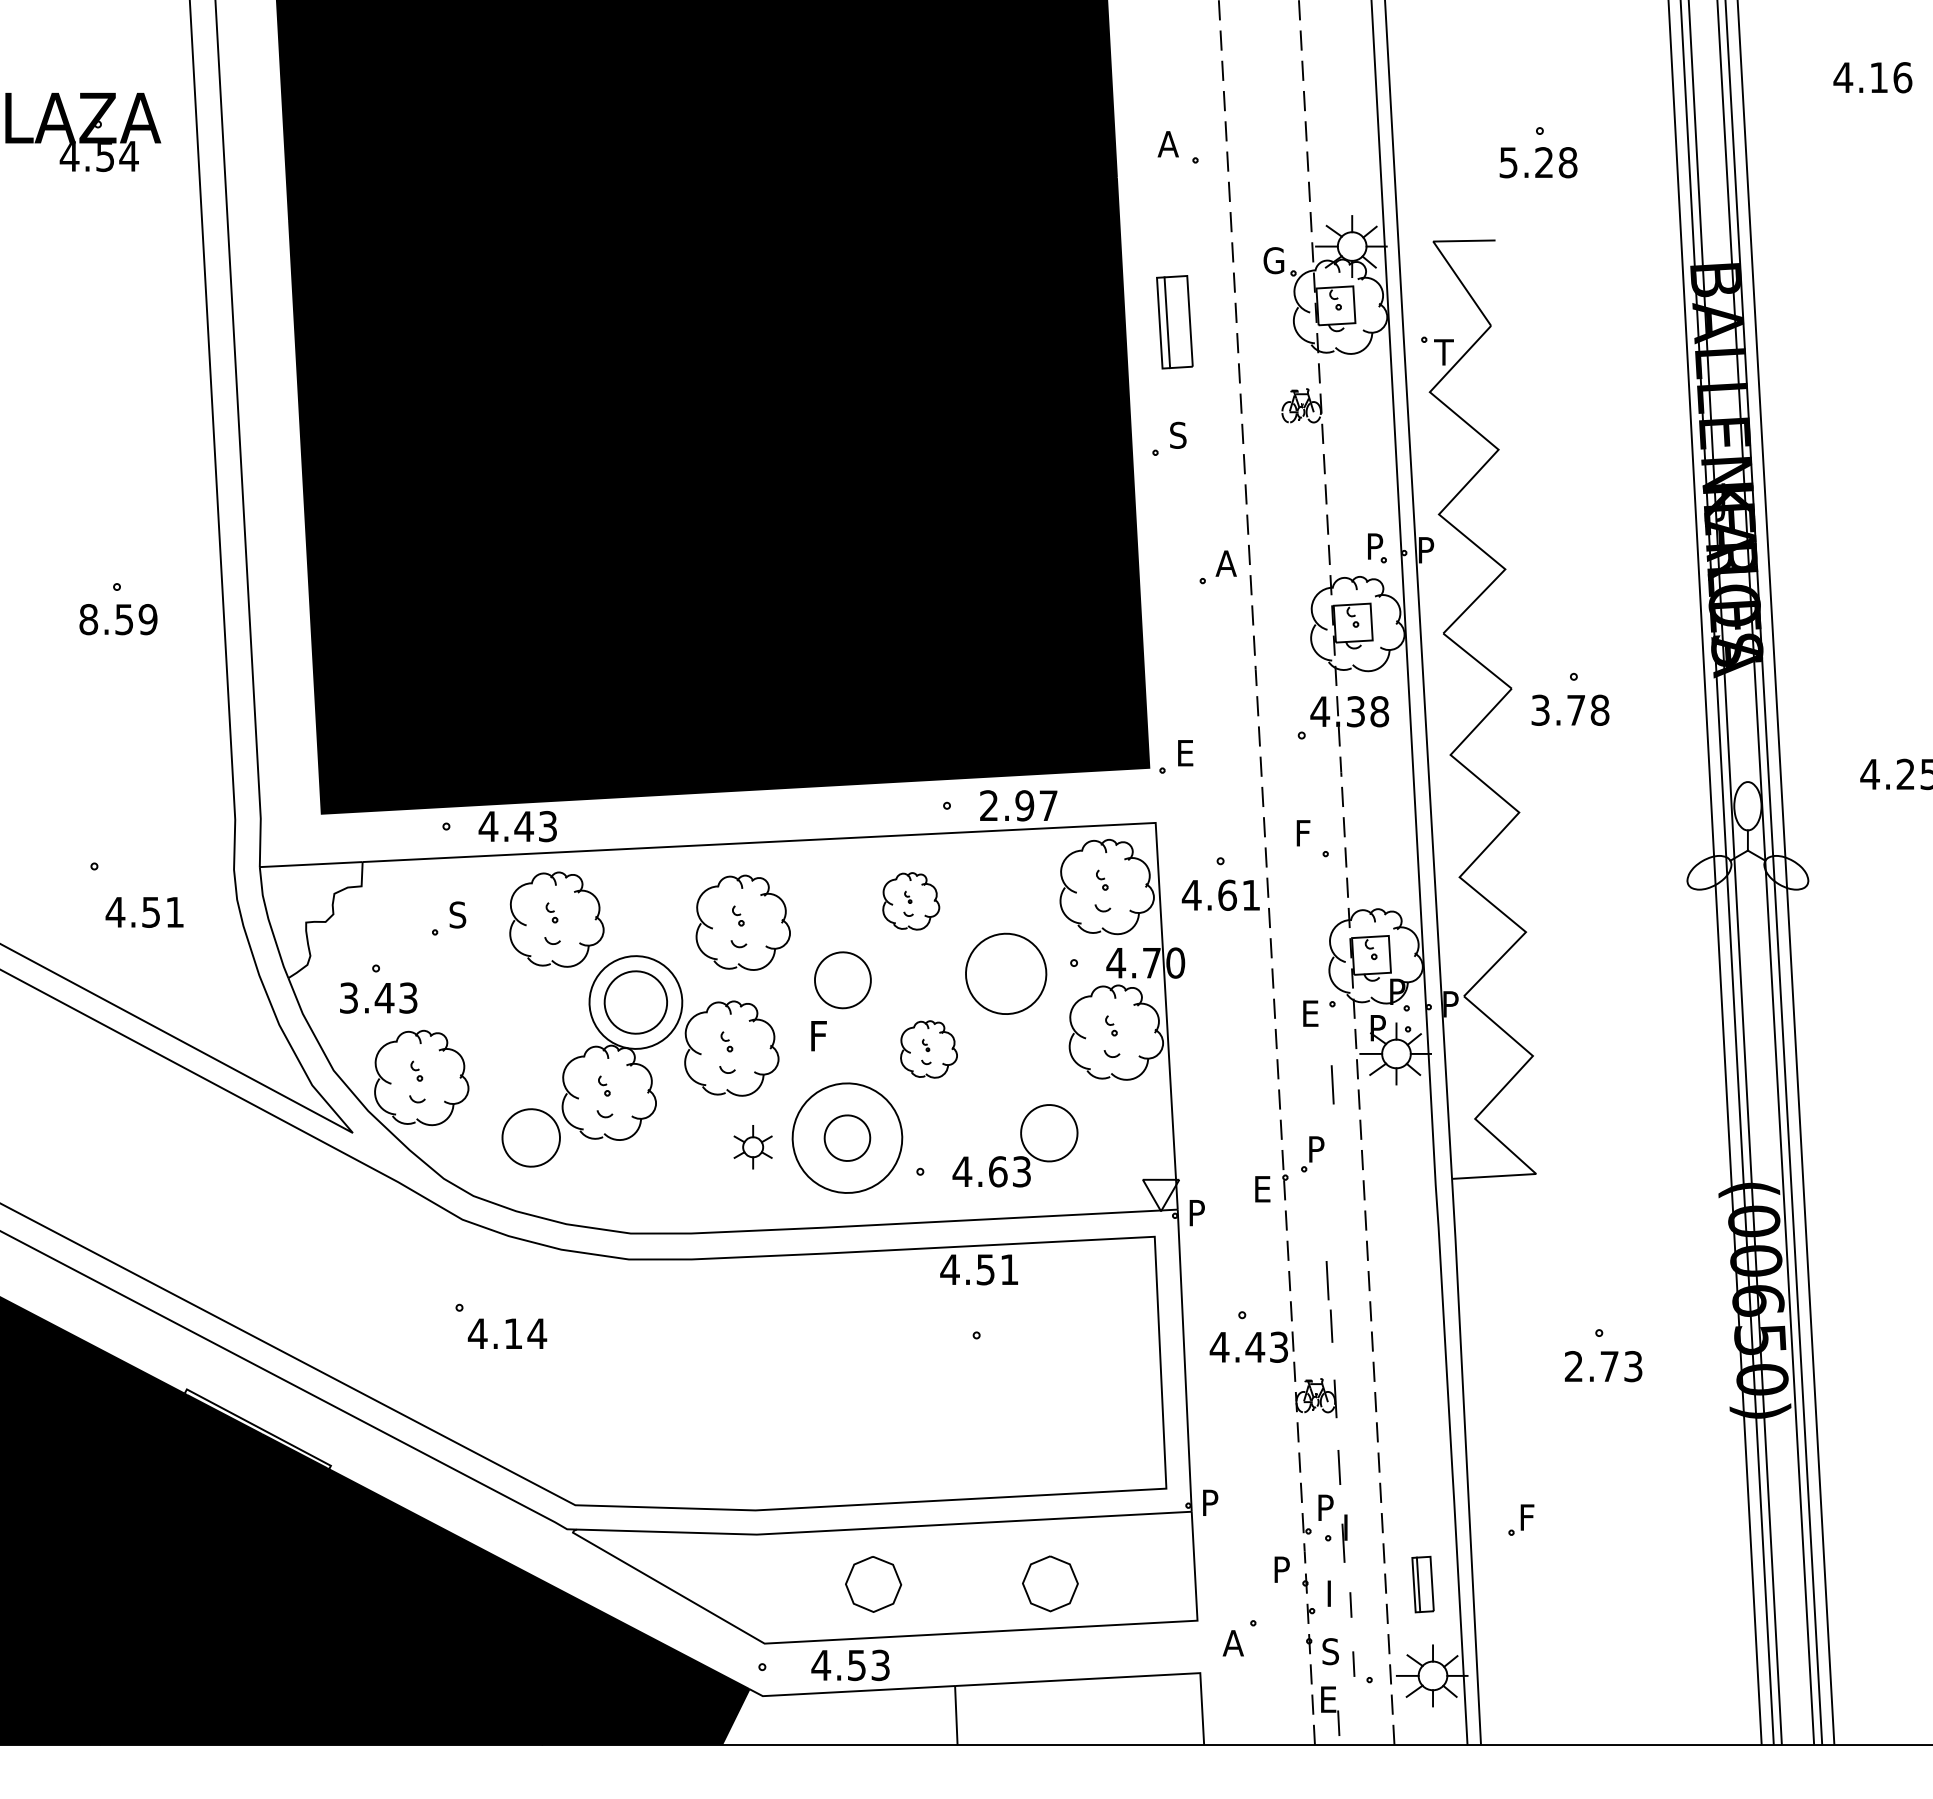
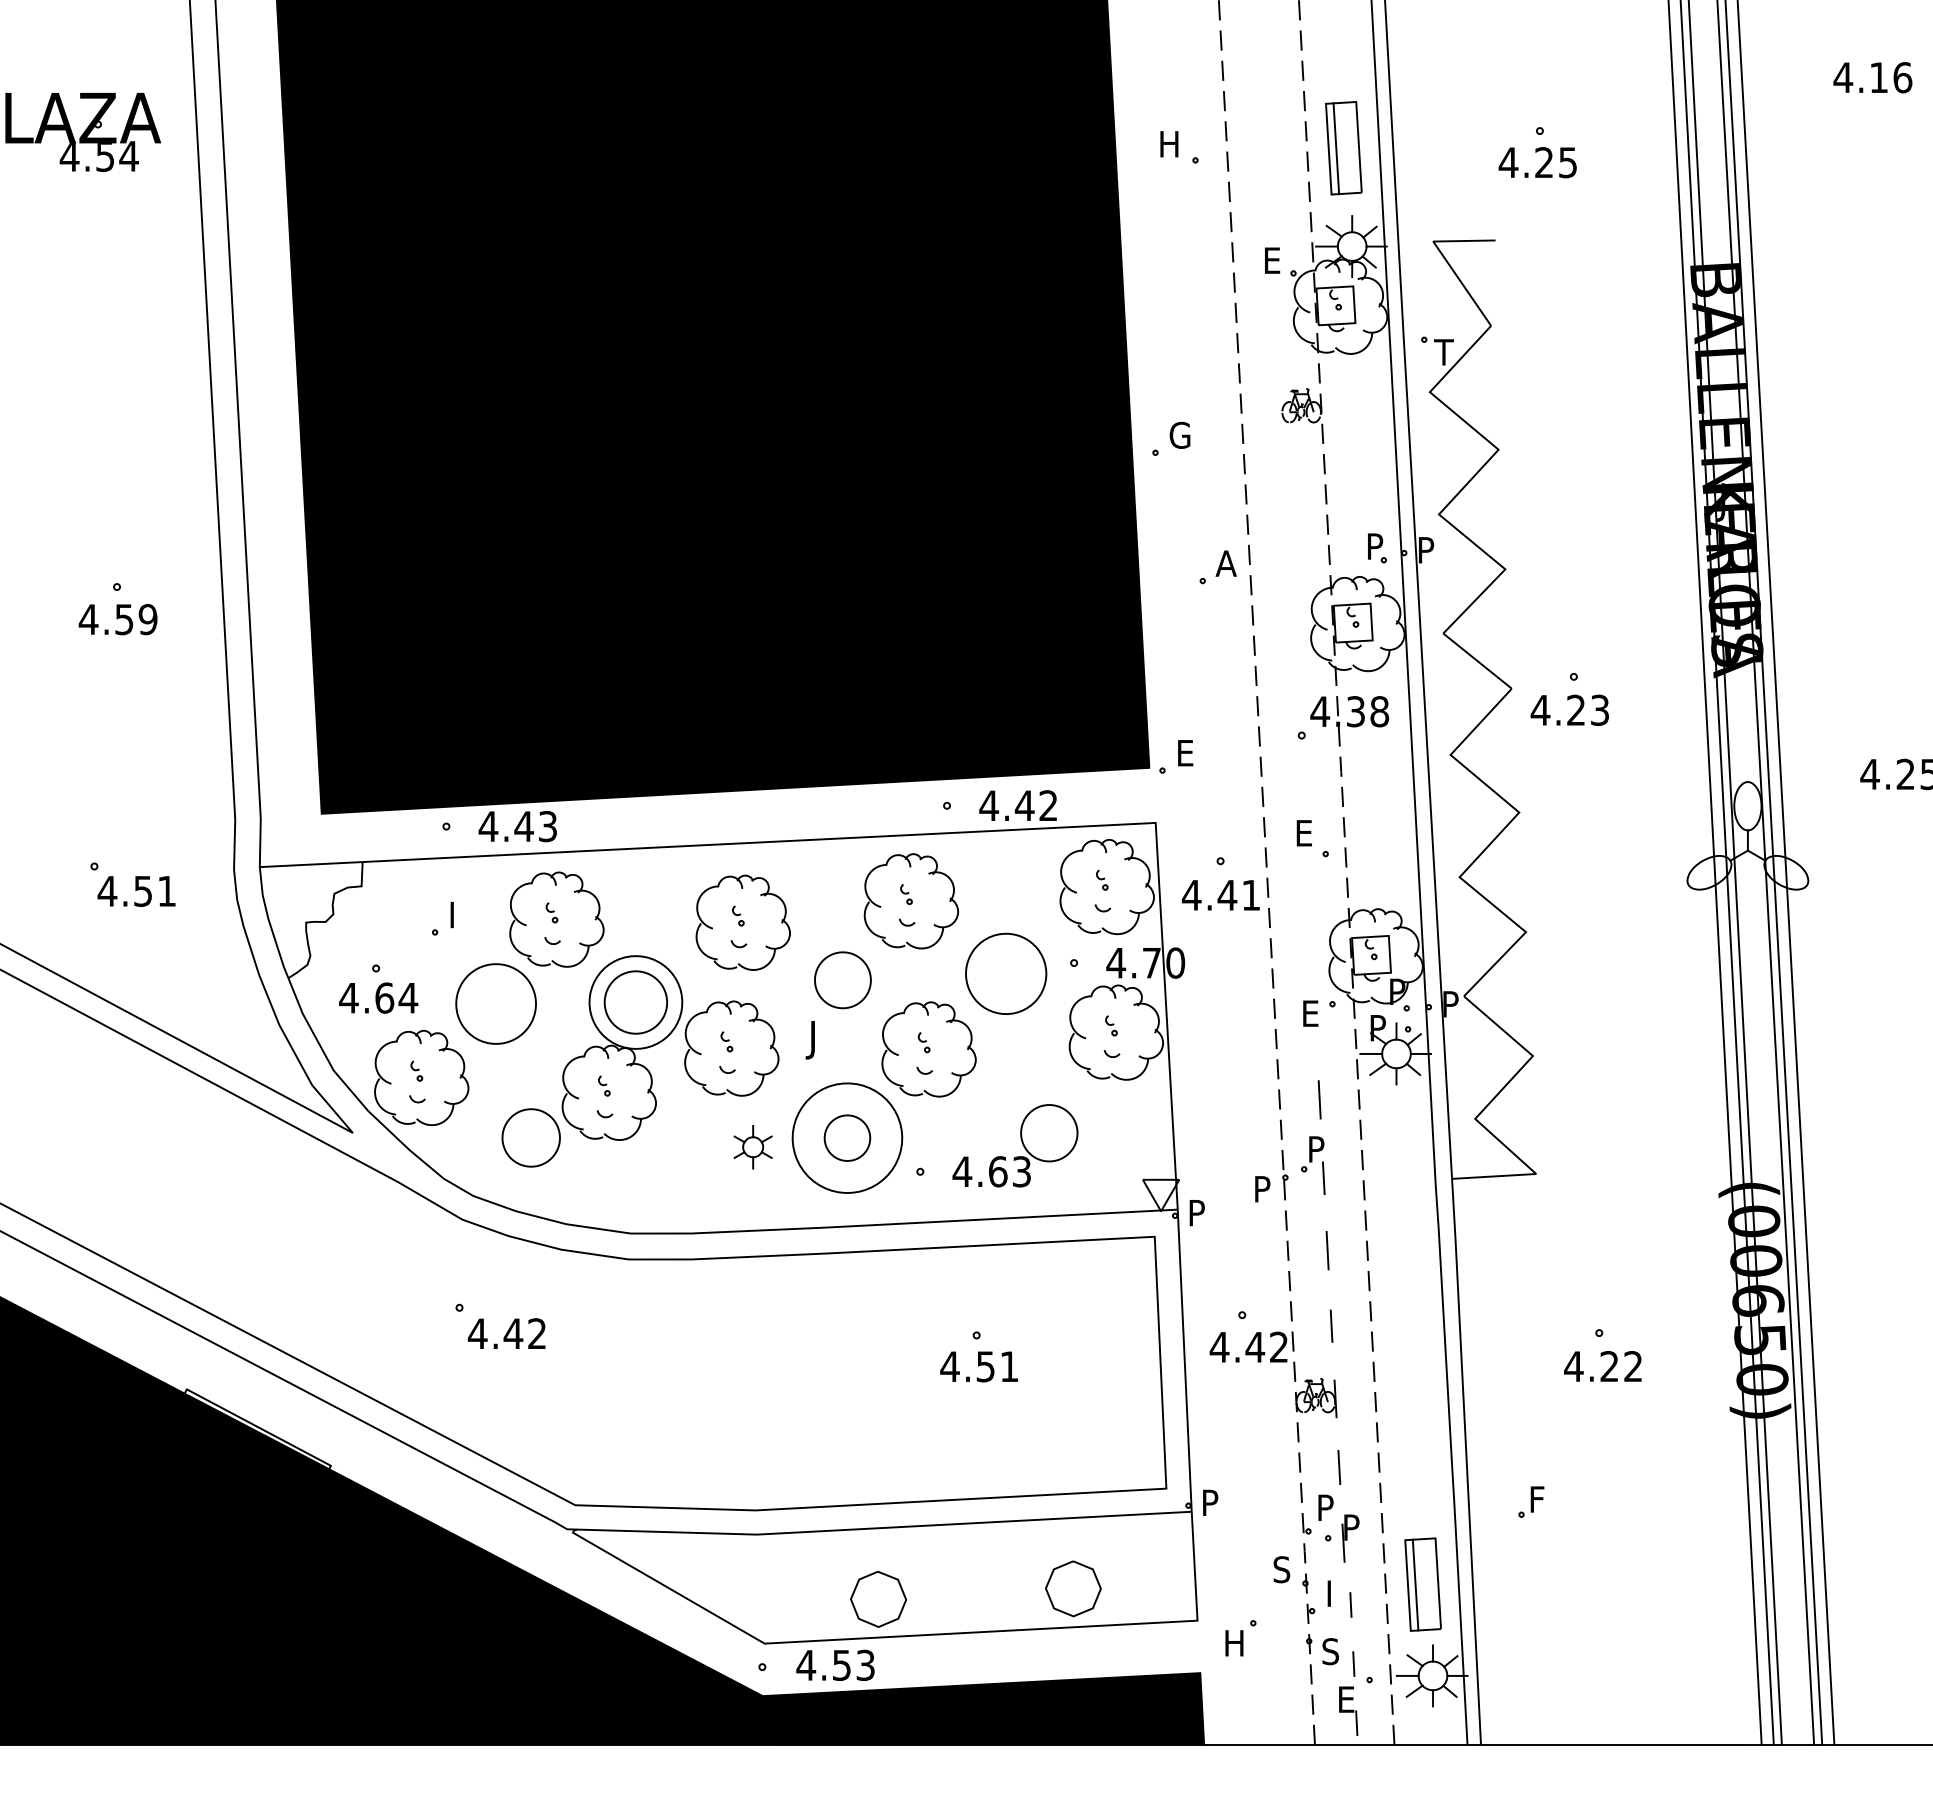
text at (1167, 144): A -> H
text at (1537, 162): 5.28 -> 4.25
text at (1273, 260): G -> E
part at (1174, 322) position: (1174, 322) -> (1343, 148)
text at (1179, 434): S -> G
text at (88, 619): 8.59 -> 4.59
text at (1569, 709): 3.78 -> 4.23
text at (1018, 805): 2.97 -> 4.42
text at (1305, 833): F -> E
text at (1227, 894): 4.61 -> 4.41
part at (911, 901) size: 59x59 px -> 96x97 px
text at (144, 912) position: (144, 912) -> (136, 891)
text at (457, 914): S -> I
text at (378, 997): 3.43 -> 4.64
part at (495, 1003): none -> present
text at (815, 1040): F -> J
part at (928, 1049) size: 58x59 px -> 96x97 px
line at (1332, 1084) position: (1332, 1084) -> (1319, 1099)
line at (1323, 1177): none -> present
text at (1264, 1189): E -> P
text at (978, 1269) position: (978, 1269) -> (978, 1366)
line at (1327, 1280) position: (1327, 1280) -> (1327, 1250)
text at (525, 1333): 4.14 -> 4.42
text at (1278, 1346): 4.43 -> 4.42
text at (1603, 1366): 2.73 -> 4.22
part at (1521, 1519) position: (1521, 1519) -> (1531, 1501)
text at (1353, 1522): I -> P
text at (1281, 1569): P -> S
part at (1050, 1583) position: (1050, 1583) -> (1073, 1588)
part at (873, 1584) position: (873, 1584) -> (878, 1599)
part at (1422, 1584) size: 24x59 px -> 38x95 px
text at (1232, 1643): A -> H
text at (850, 1665) position: (850, 1665) -> (835, 1665)
fill at (963, 1709): none -> present
part at (1330, 1710) position: (1330, 1710) -> (1348, 1710)
